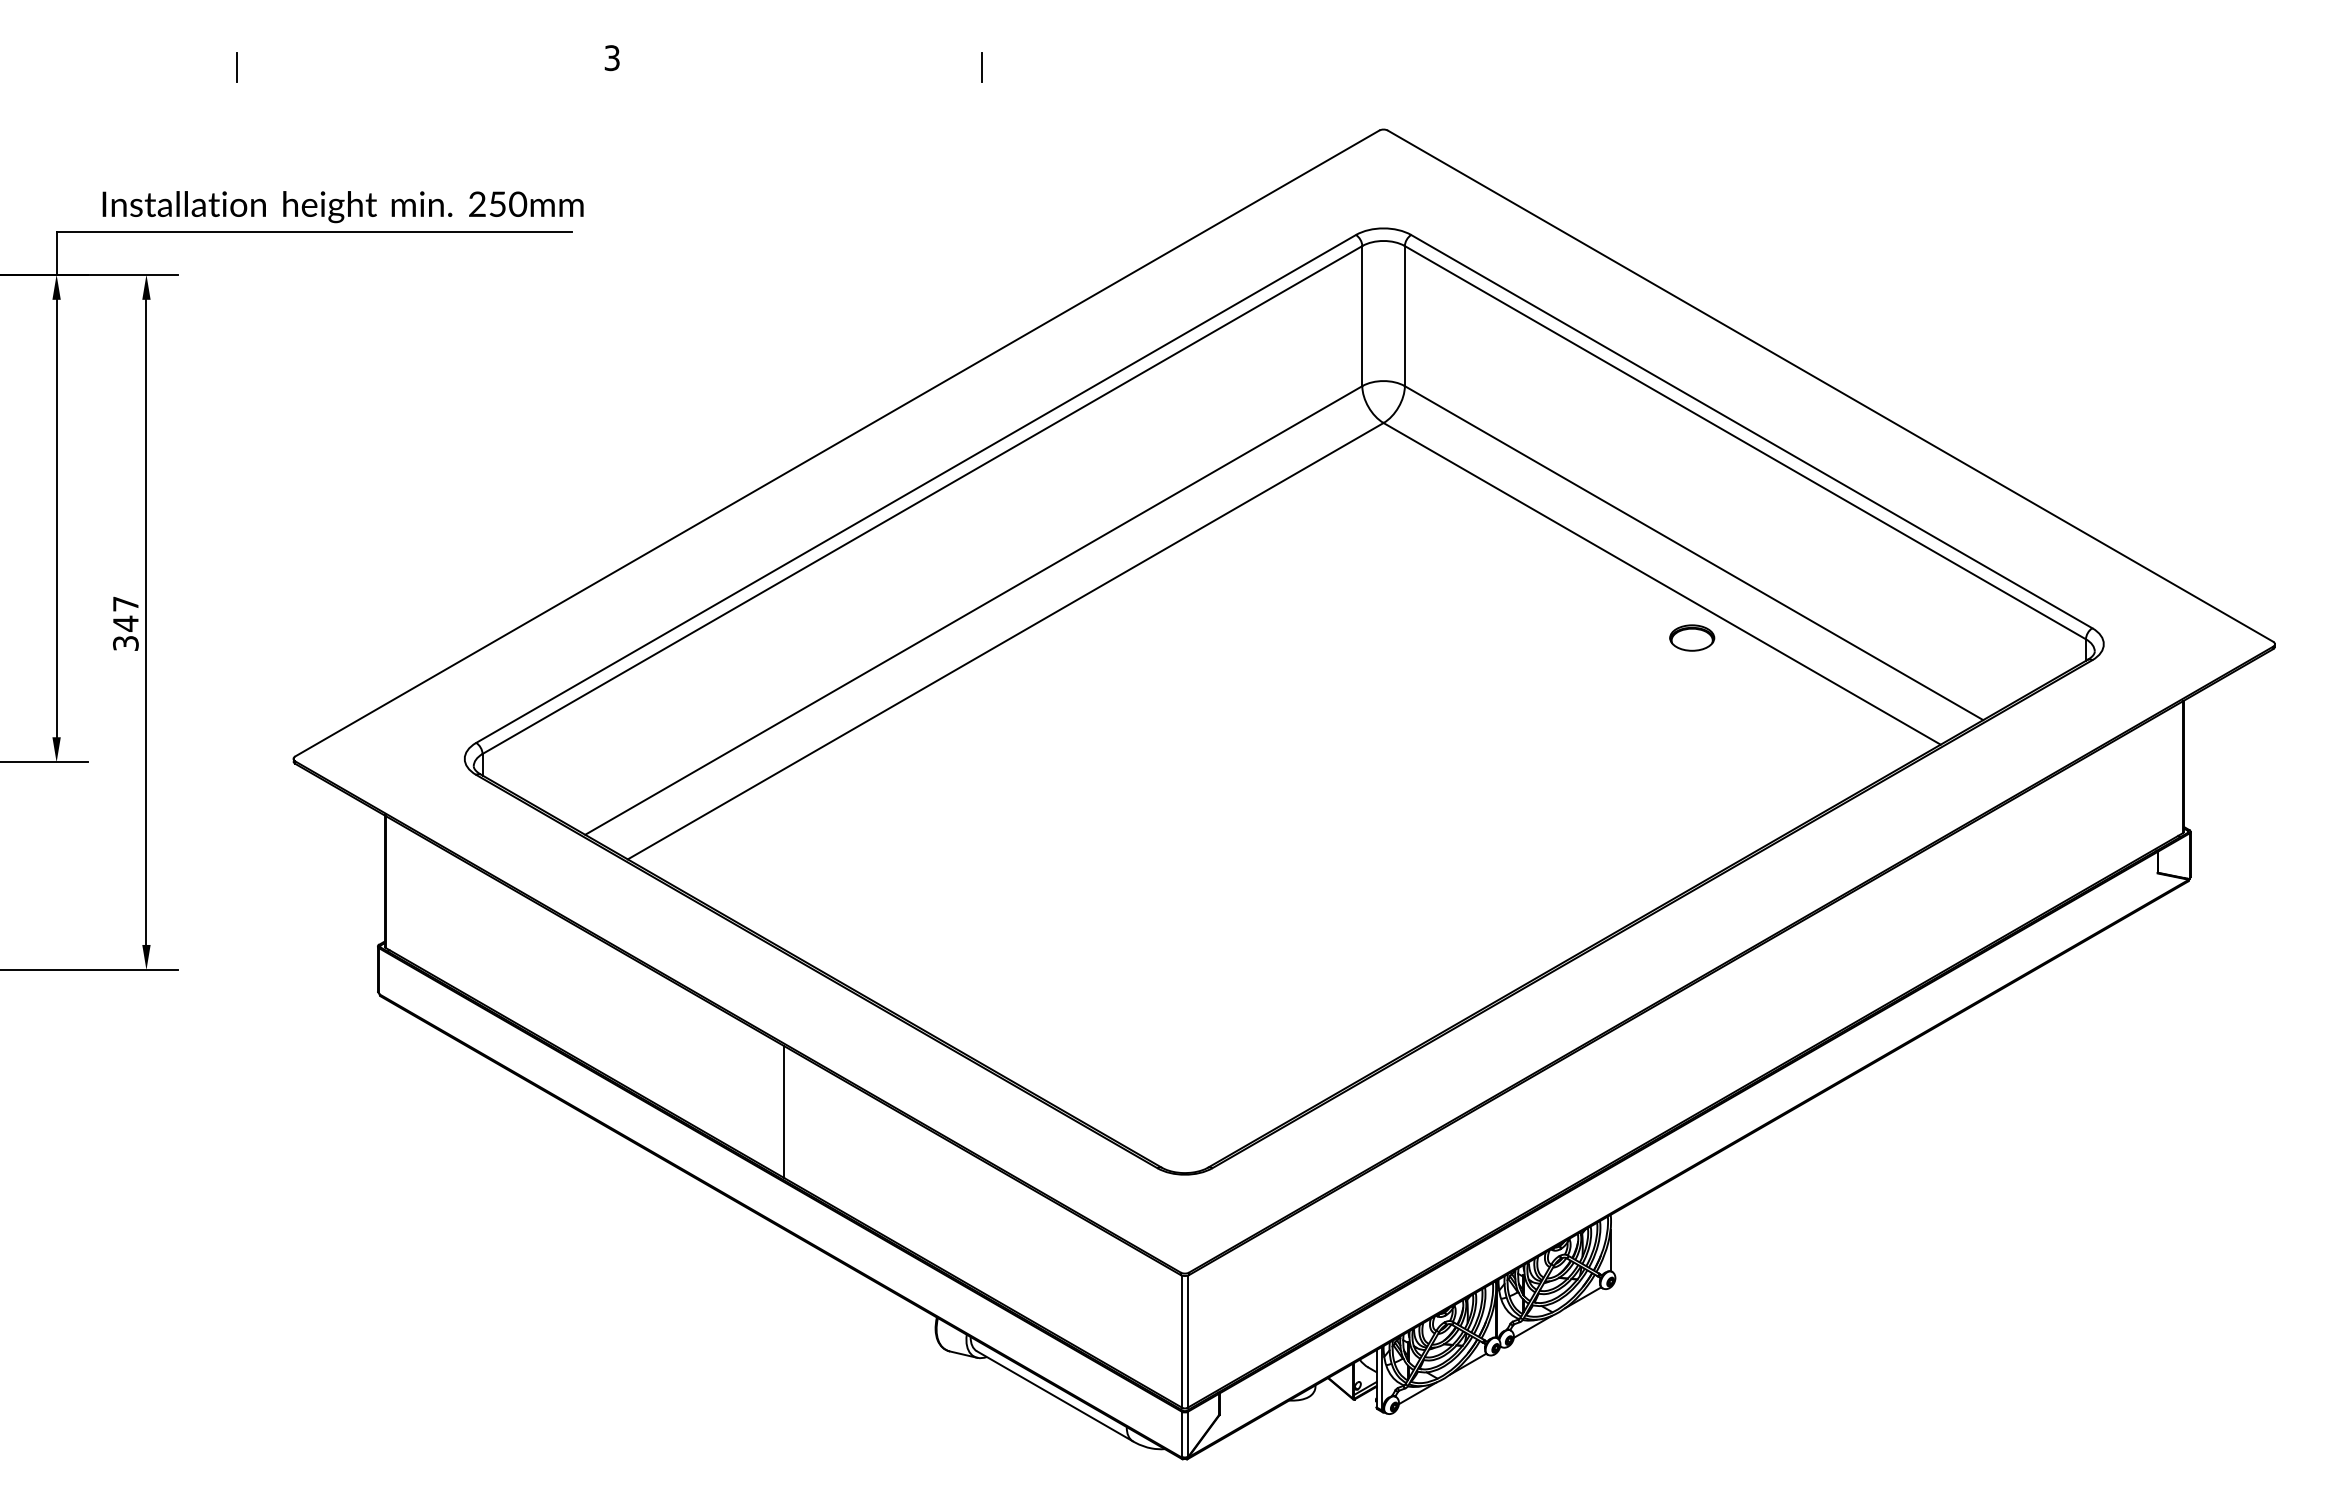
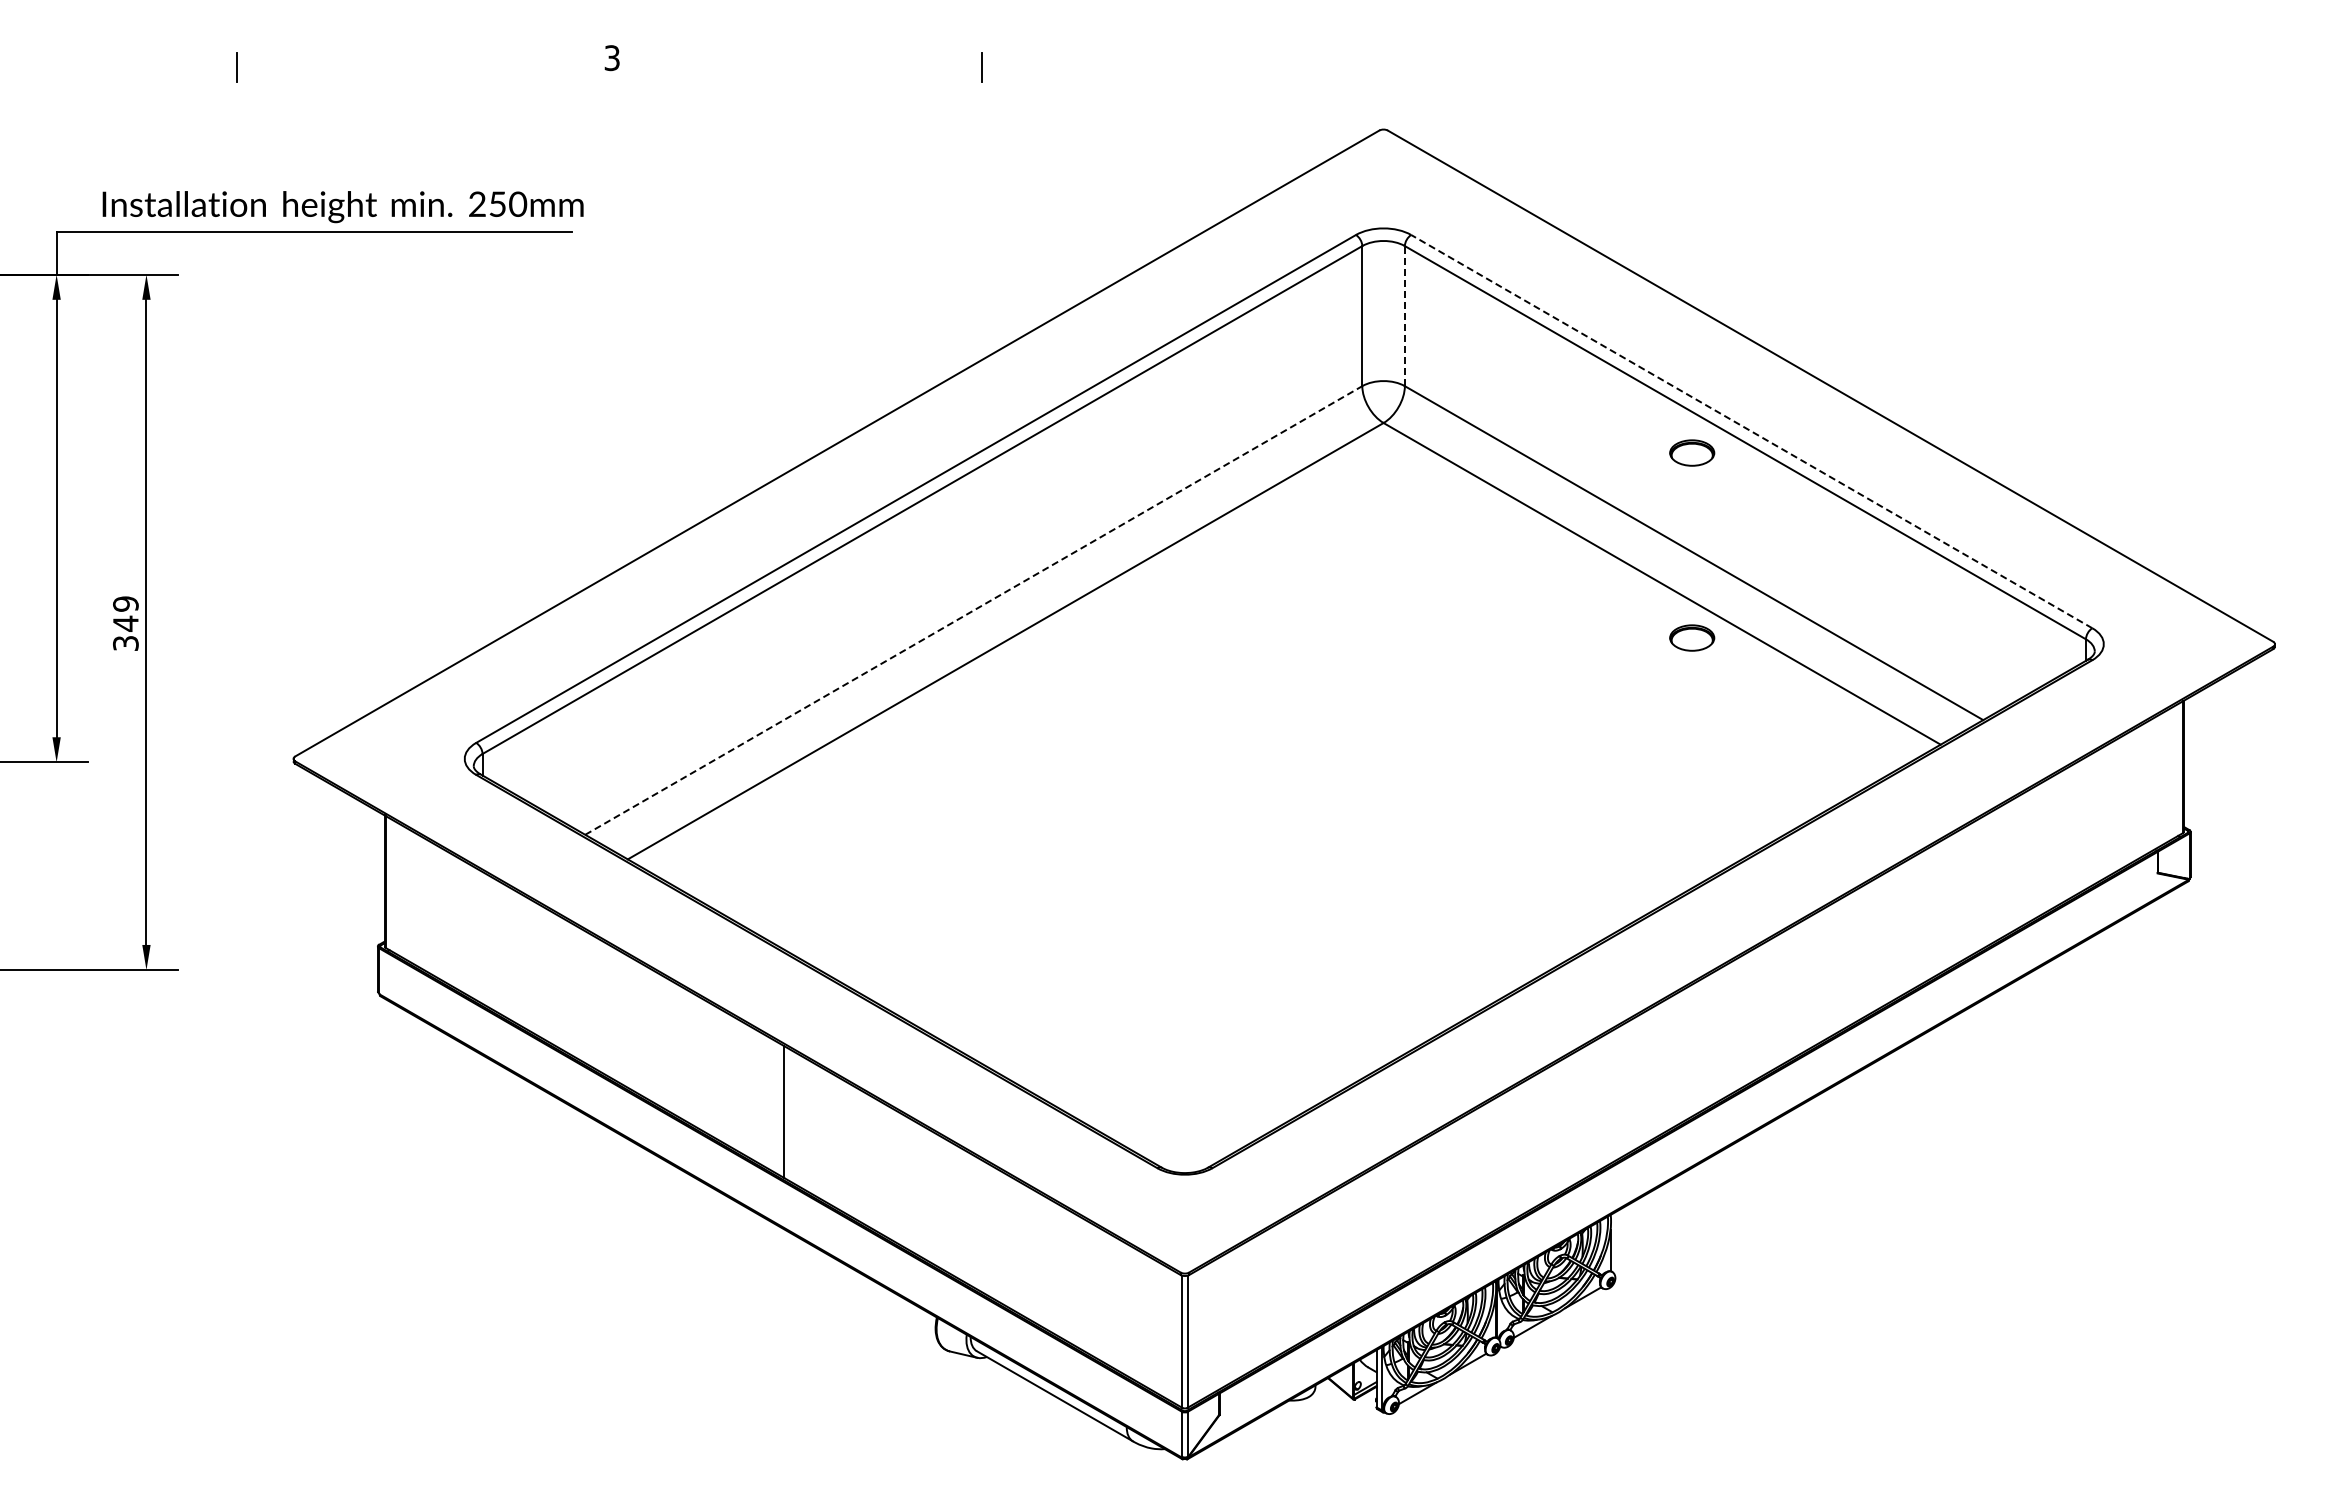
line at (1404, 315): solid -> dashed
line at (1751, 431): solid -> dashed
part at (1692, 452): none -> present
text at (125, 603): 347 -> 349
line at (973, 610): solid -> dashed
